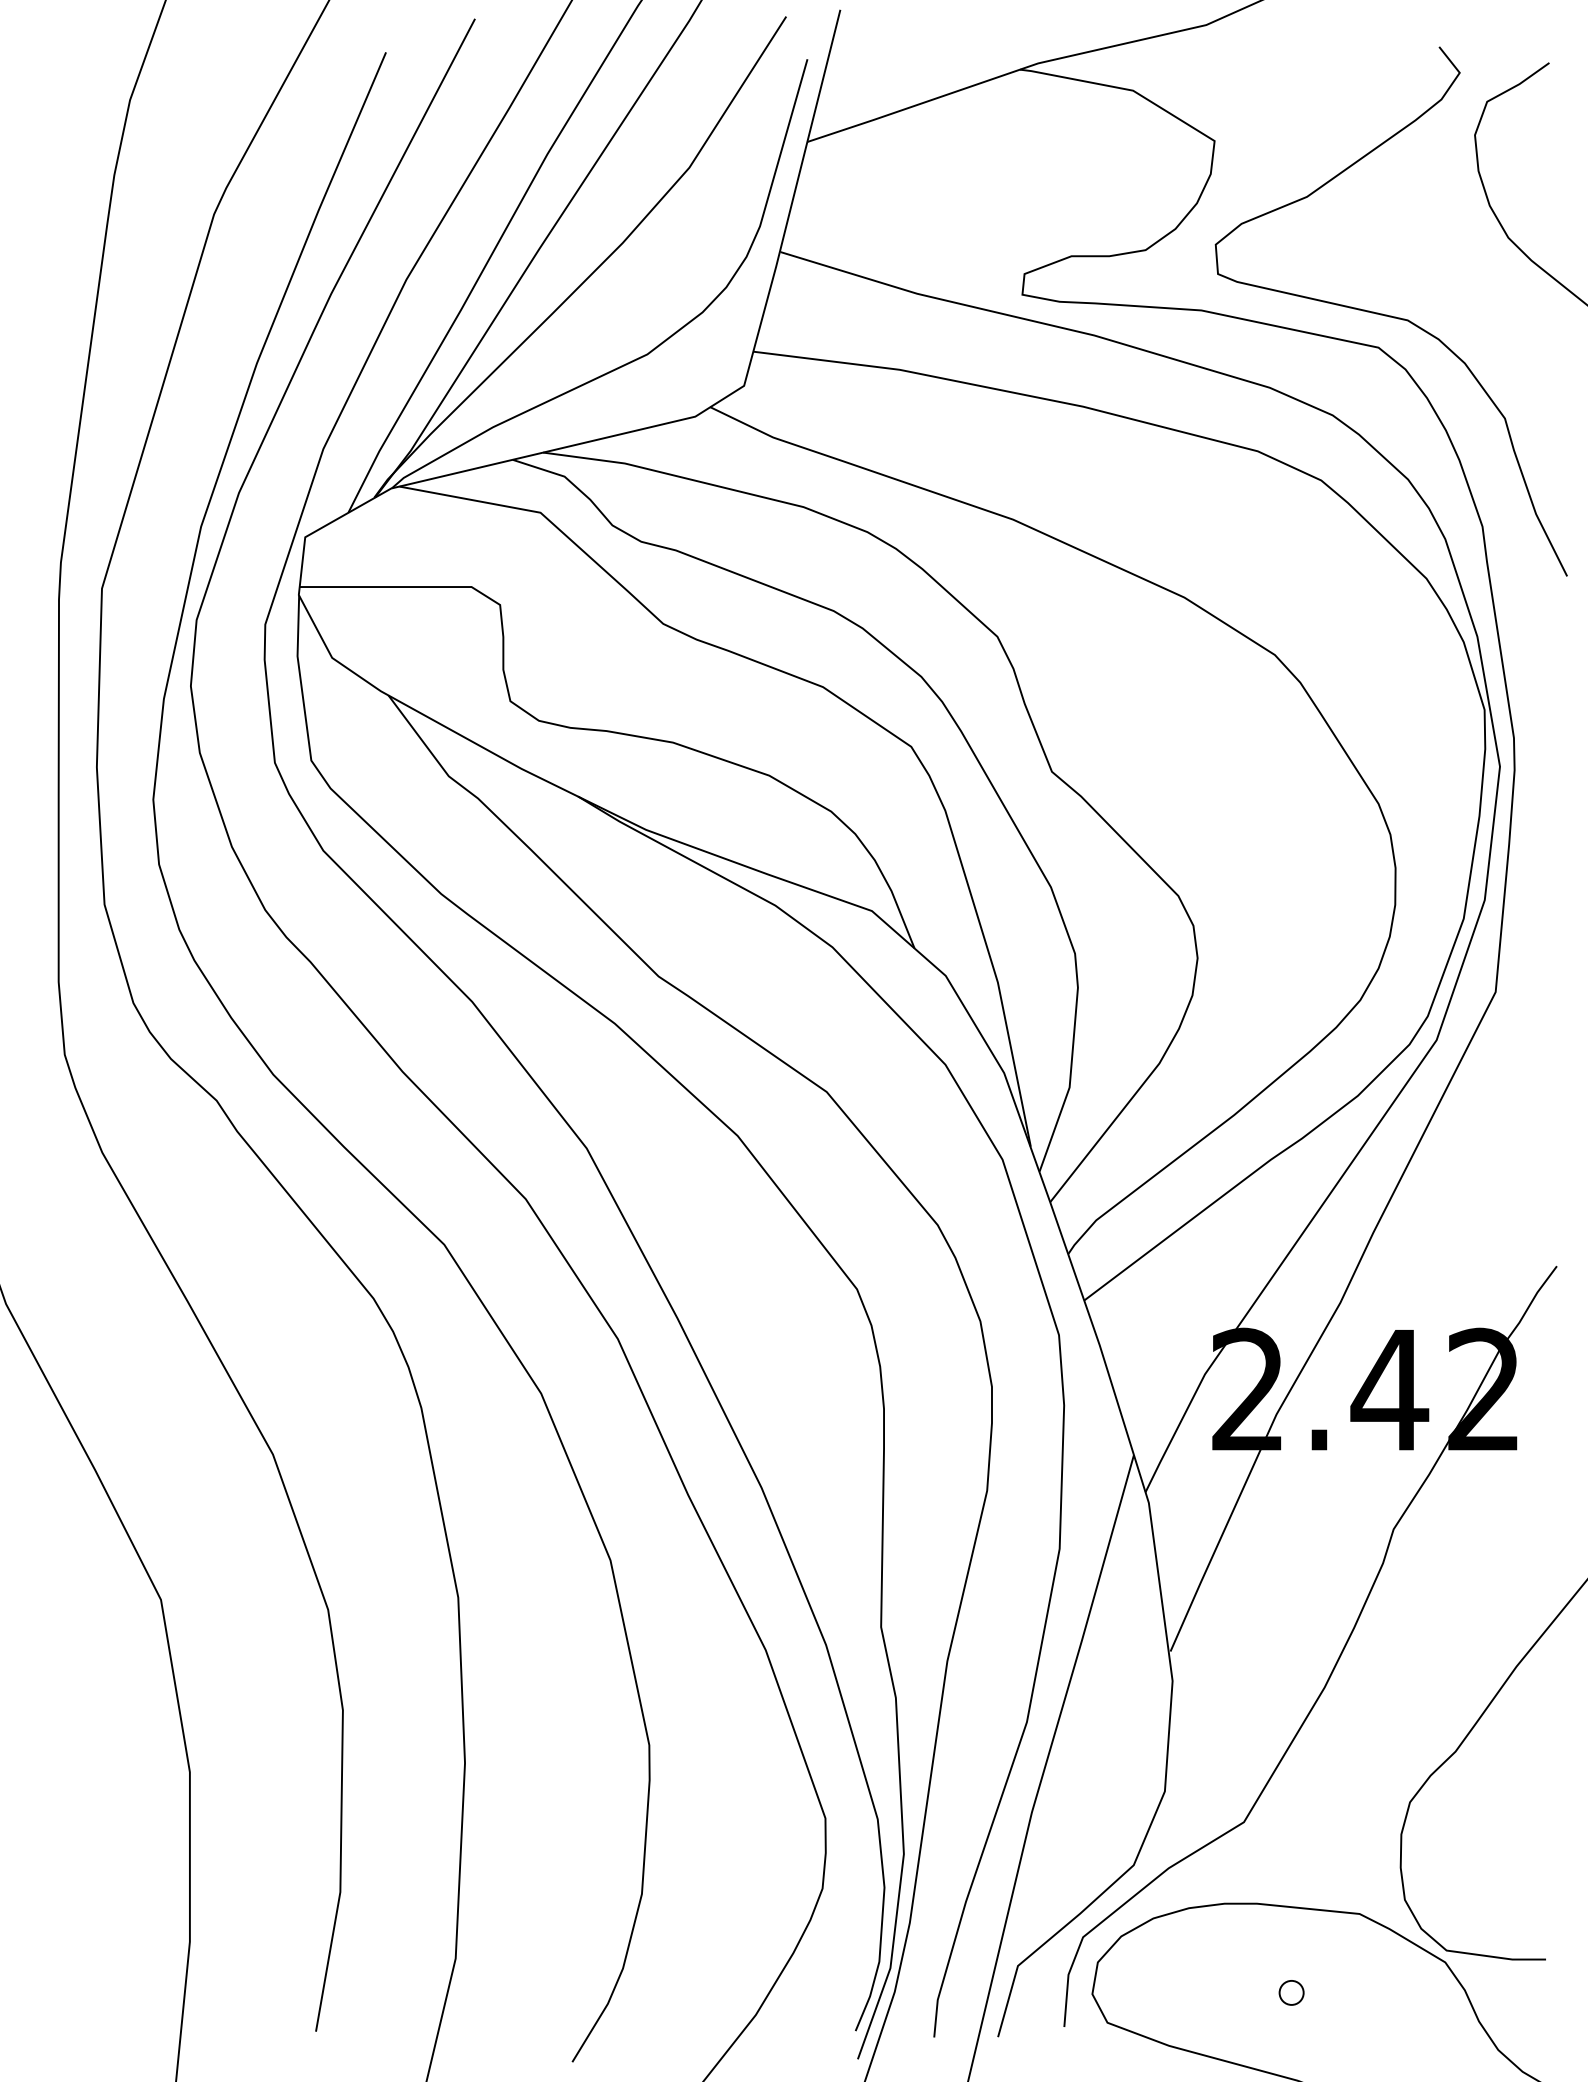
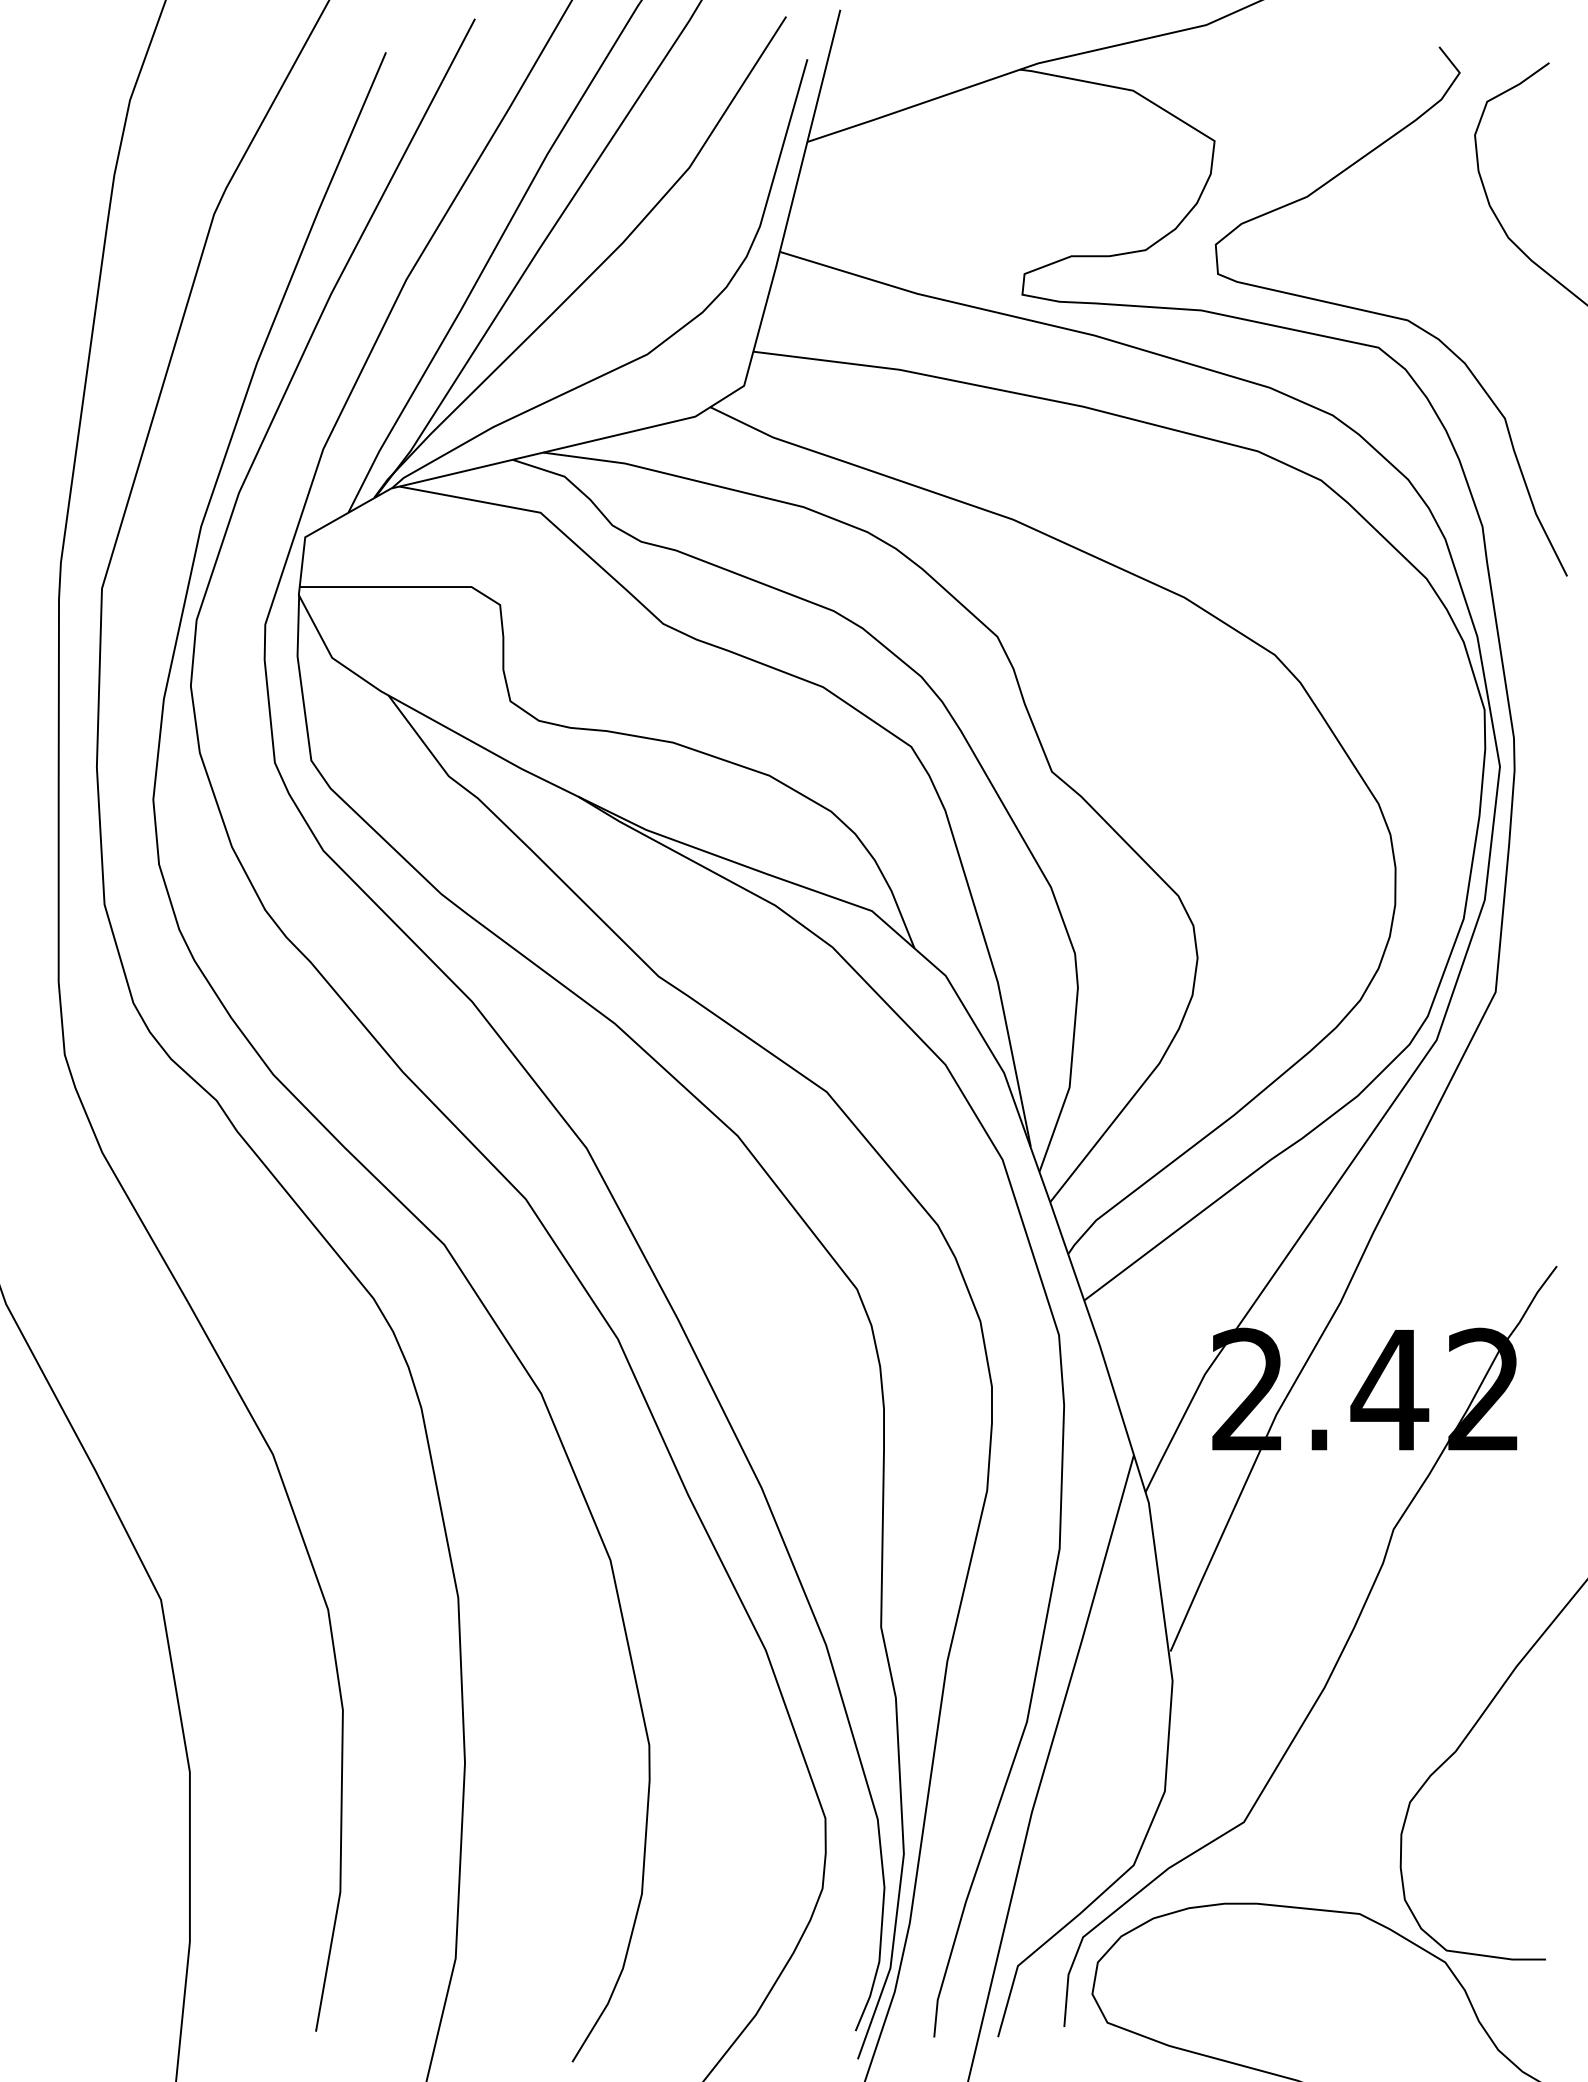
part at (1291, 1992): present -> none
